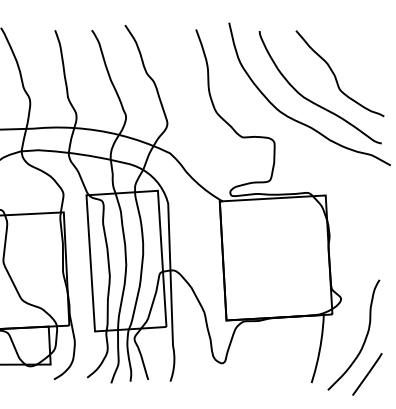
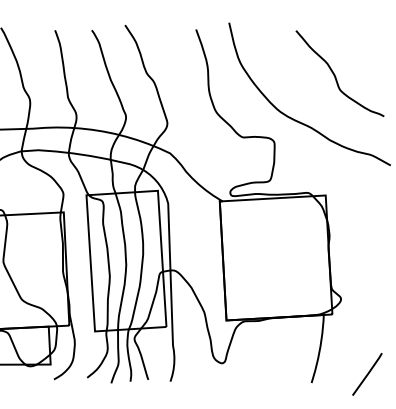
curve at (313, 101): present -> none
curve at (364, 339): present -> none
